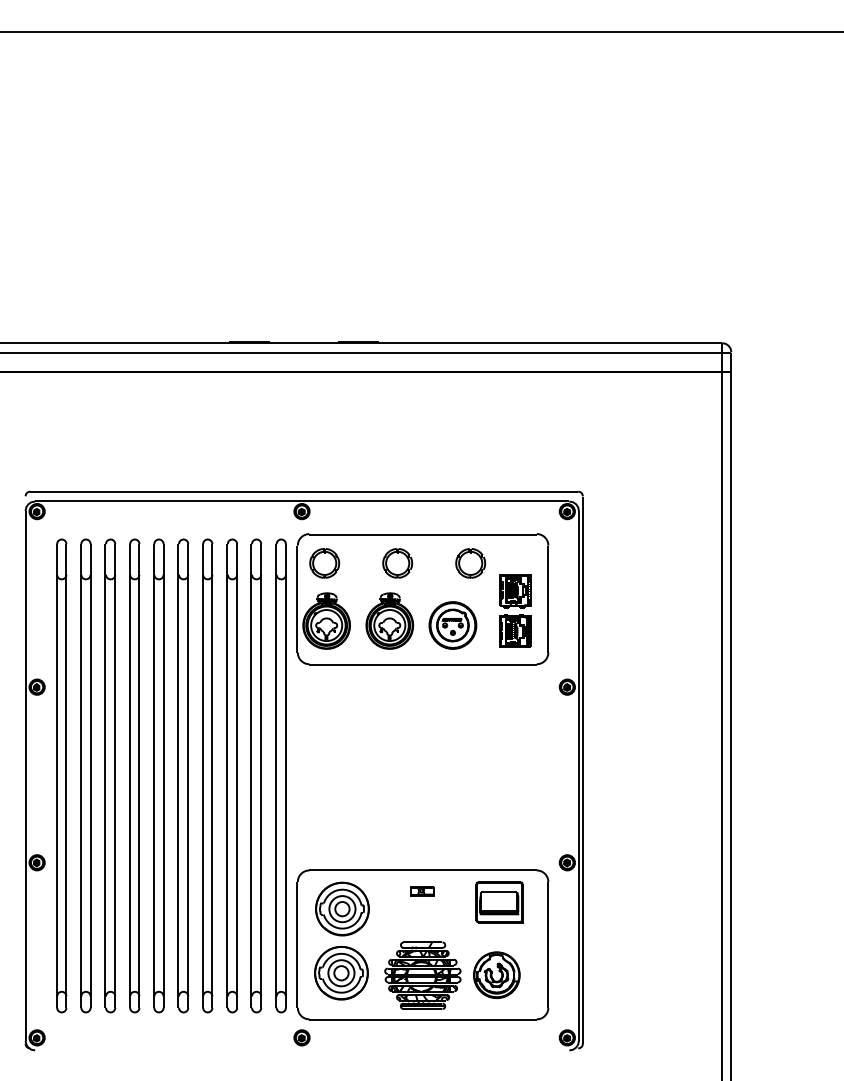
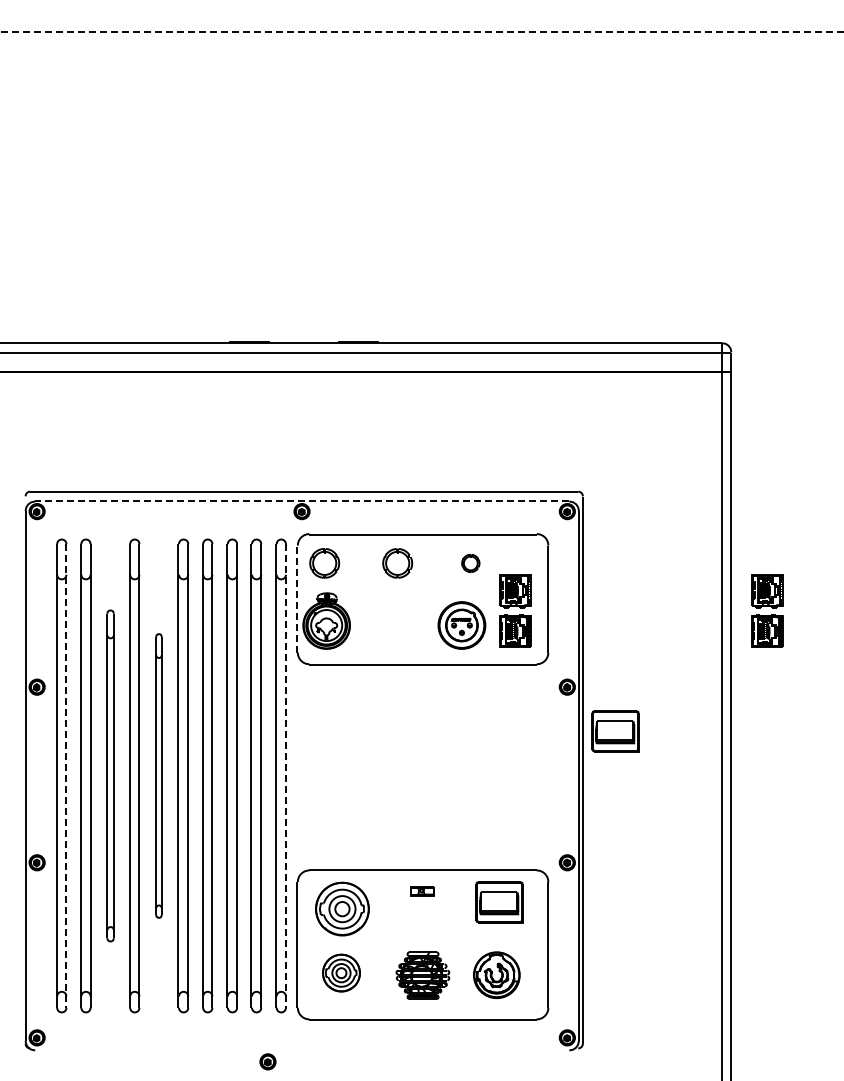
line at (422, 32): solid -> dashed
line at (301, 501): solid -> dashed
part at (470, 563) size: 32x31 px -> 20x21 px
line at (297, 599): solid -> dashed
part at (767, 610): none -> present
part at (389, 620): present -> none
part at (452, 625) position: (452, 625) -> (461, 625)
part at (615, 731): none -> present
part at (110, 775) size: 13x476 px -> 9x334 px
part at (158, 775) size: 12x476 px -> 8x286 px
line at (66, 776): solid -> dashed
line at (285, 776): solid -> dashed
part at (341, 972) size: 55x56 px -> 39x40 px
part at (422, 975) size: 78x69 px -> 56x49 px
part at (301, 1037) position: (301, 1037) -> (267, 1061)
